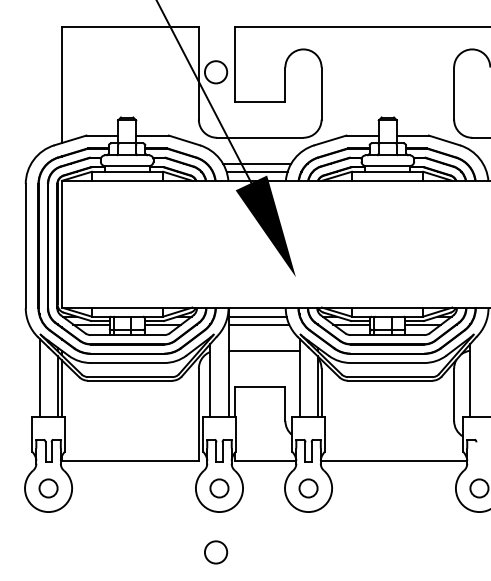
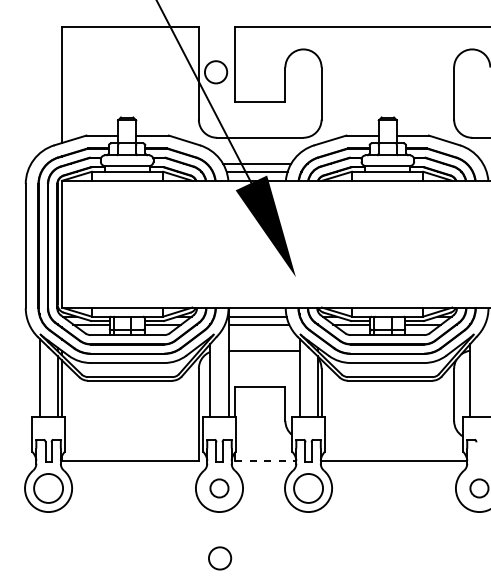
line at (265, 461): solid -> dashed
circle at (48, 488) diameter: 18 px -> 29 px
circle at (308, 488) diameter: 18 px -> 29 px
circle at (216, 552) position: (216, 552) -> (220, 558)
